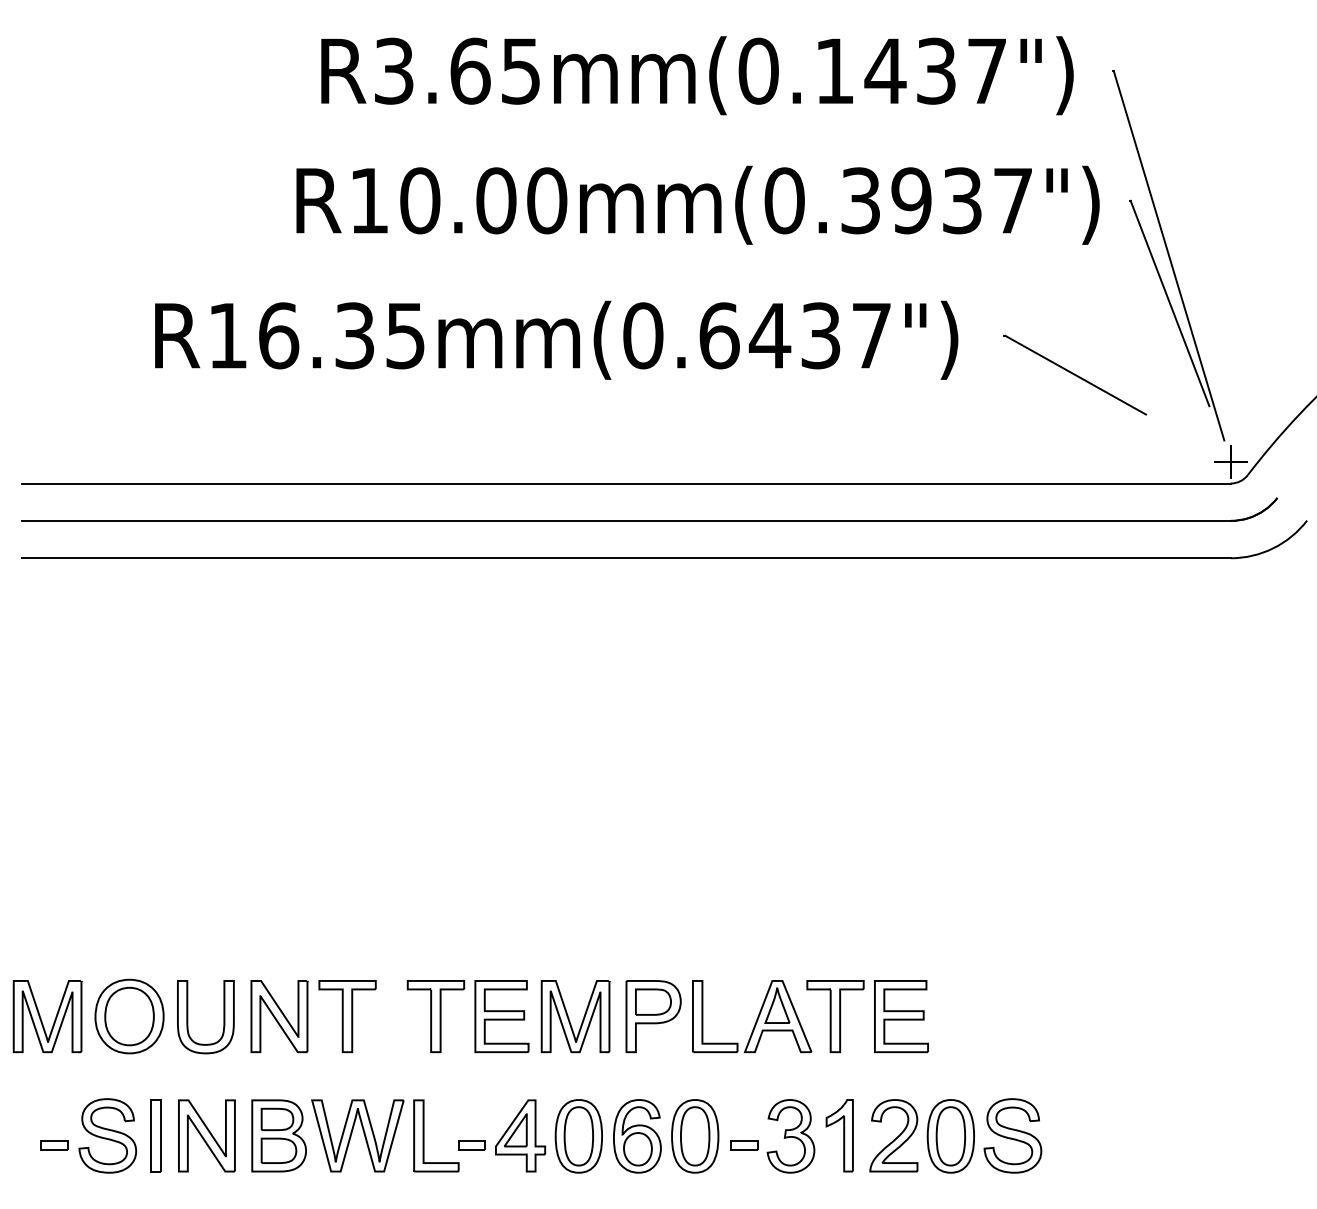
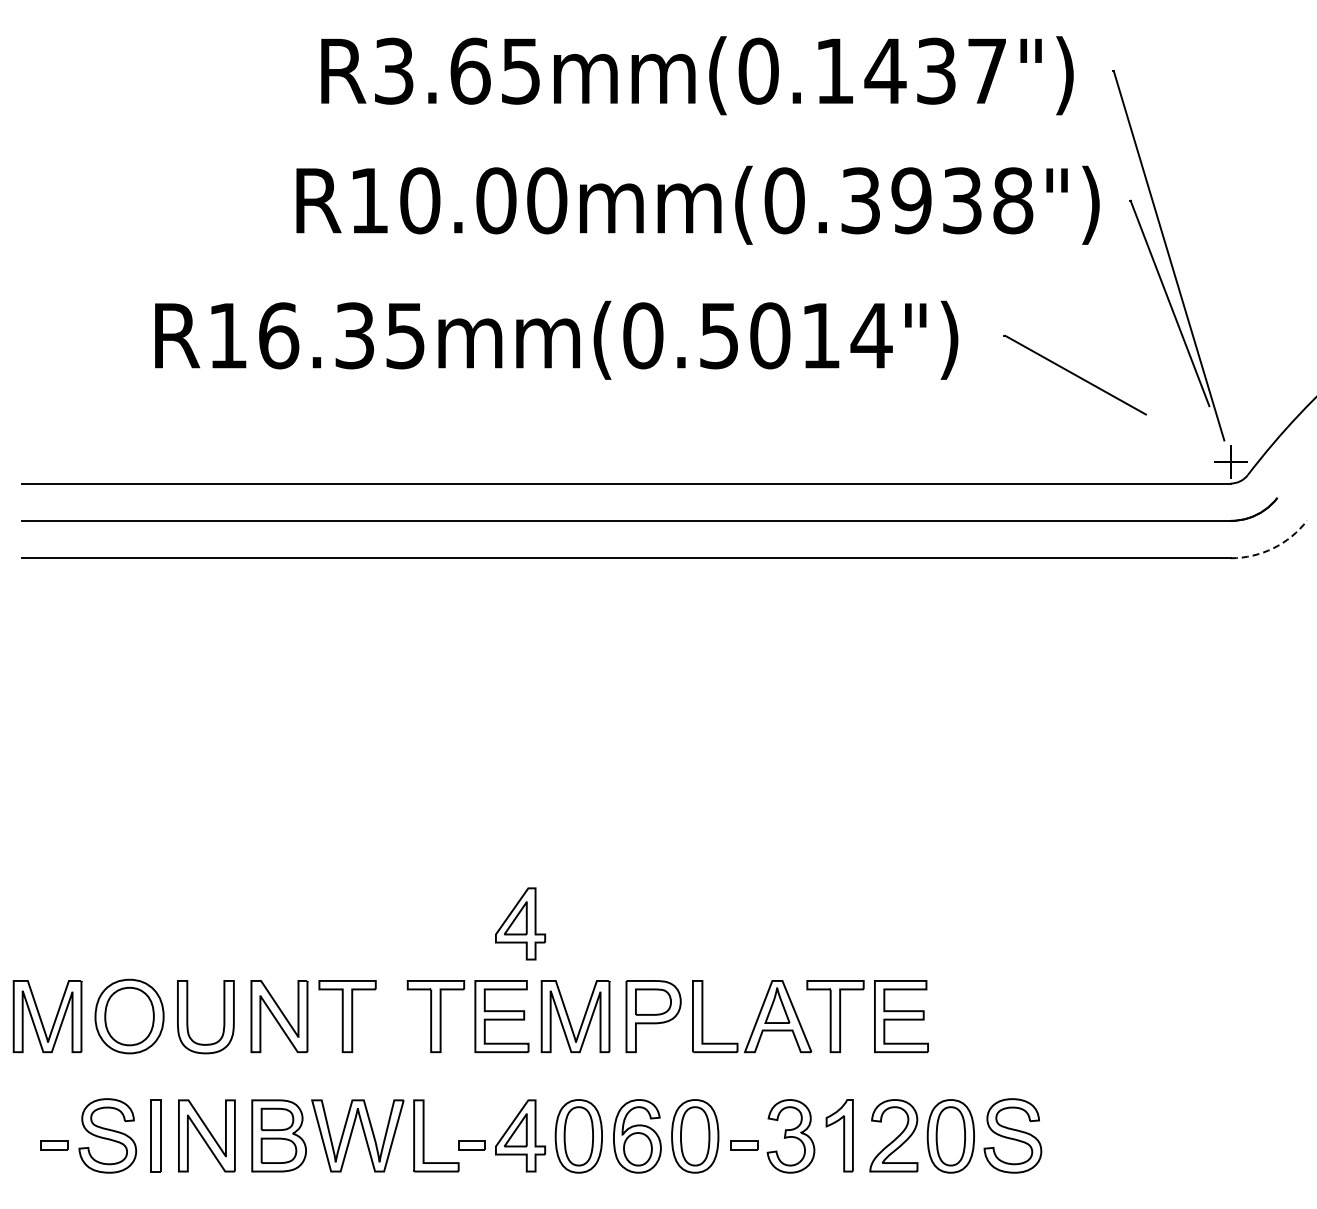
text at (1013, 200): R10.00mm(0.3937") -> R10.00mm(0.3938")
text at (795, 335): R16.35mm(0.6437") -> R16.35mm(0.5014")
arc at (1273, 548): solid -> dashed
part at (520, 923): none -> present
